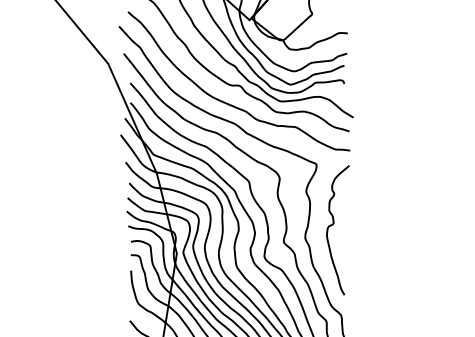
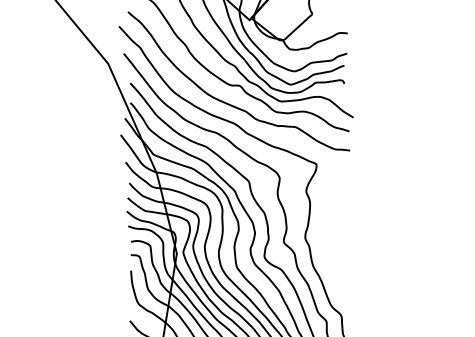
curve at (333, 225): present -> none
